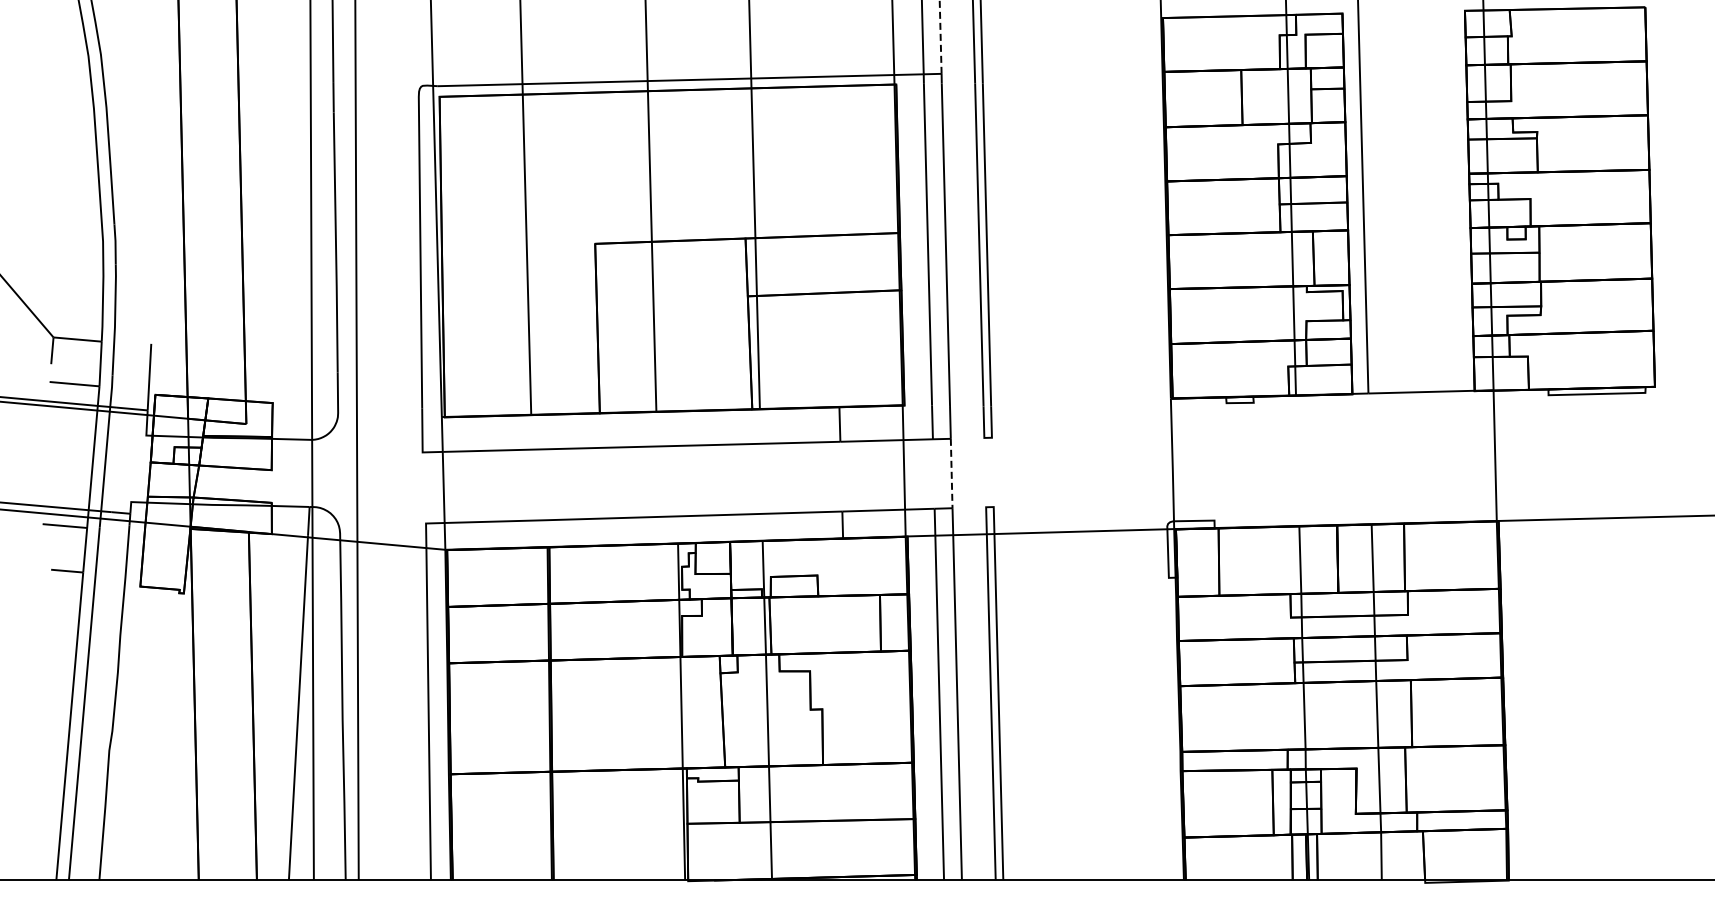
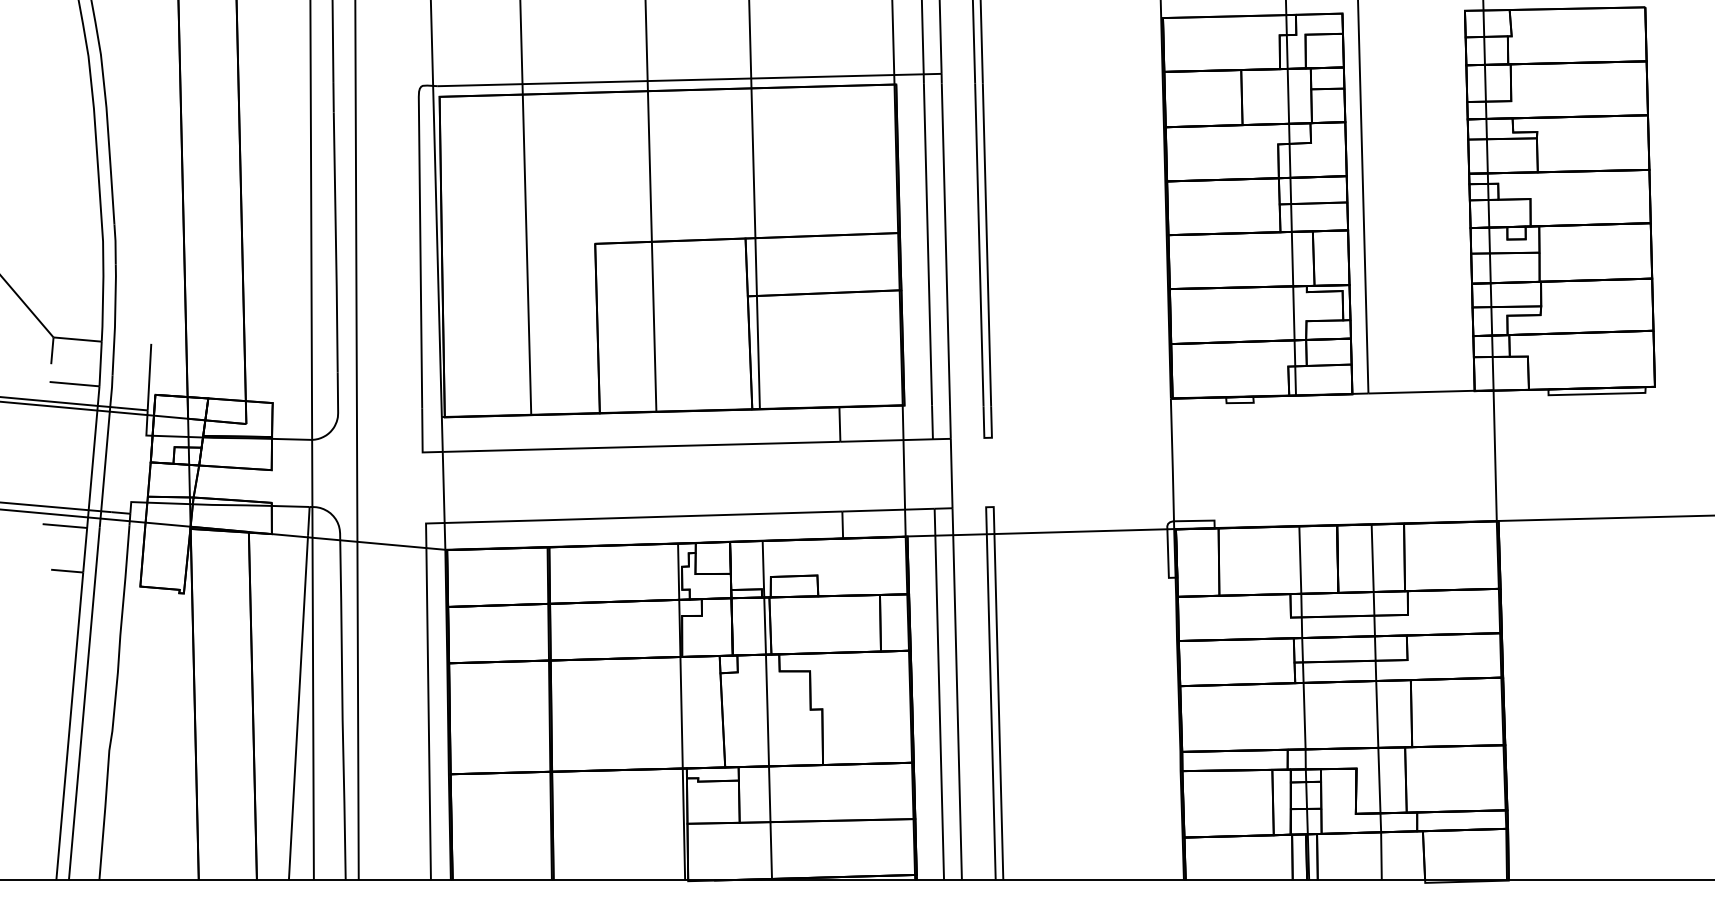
line at (940, 37): dashed -> solid
line at (951, 473): dashed -> solid
